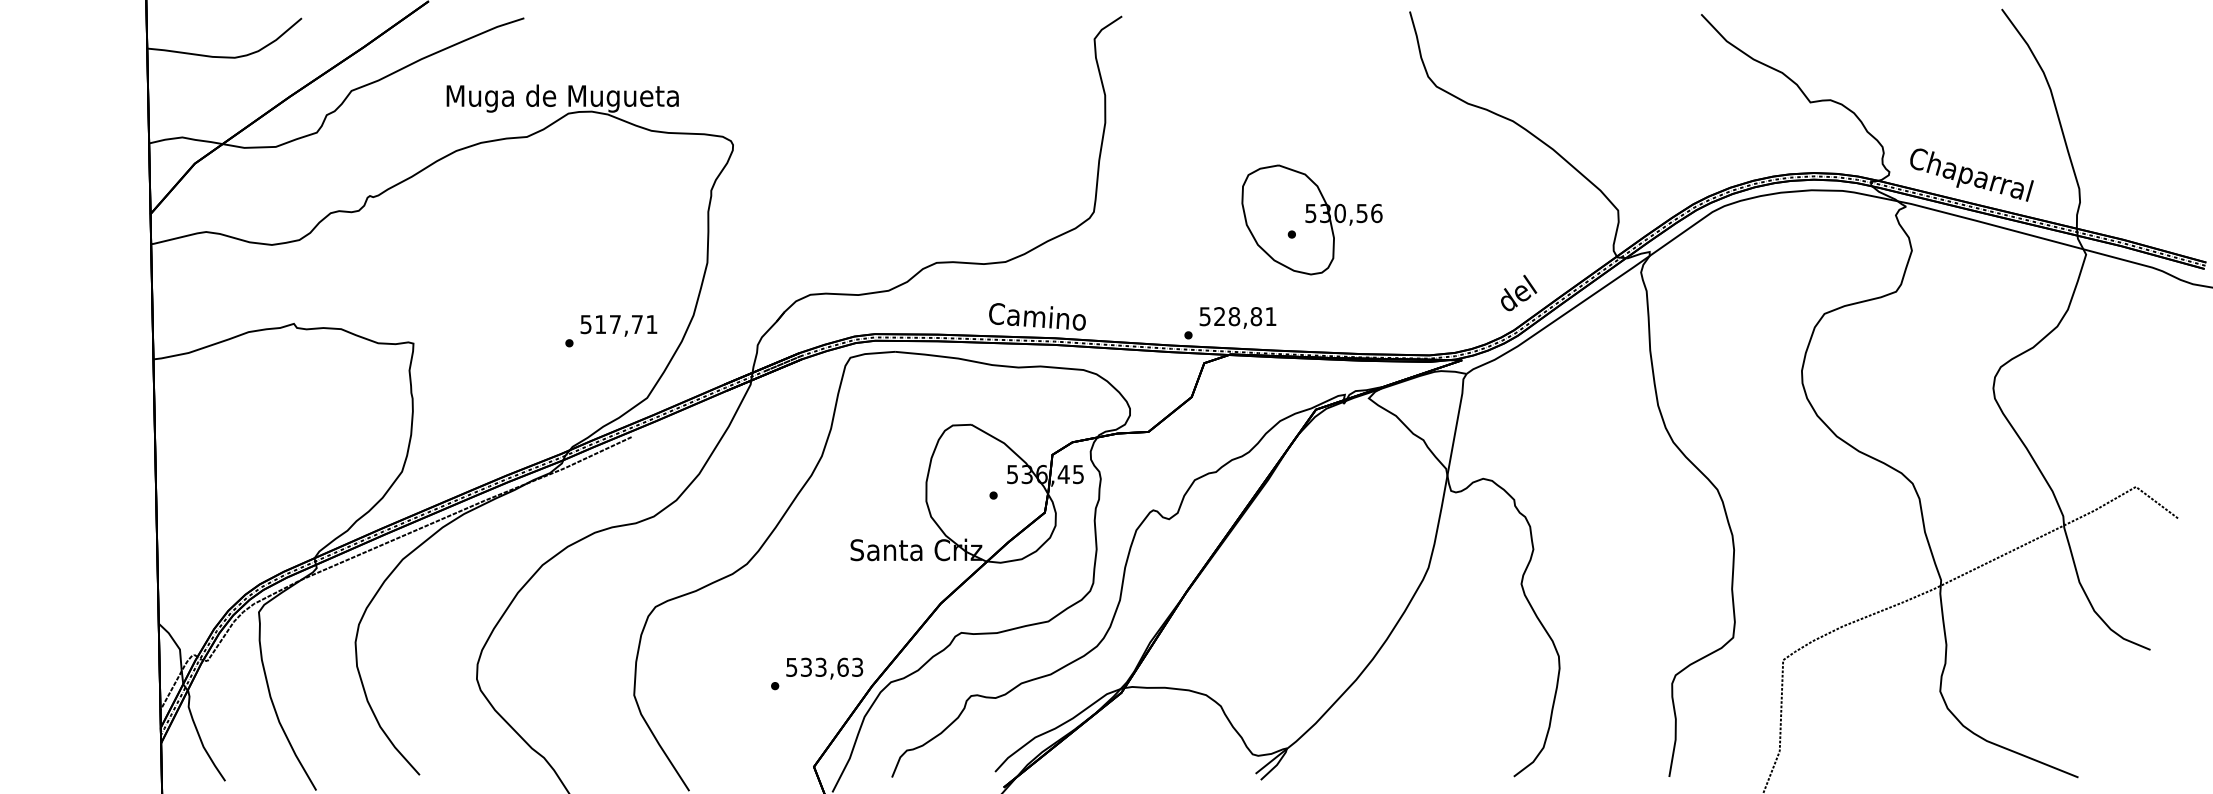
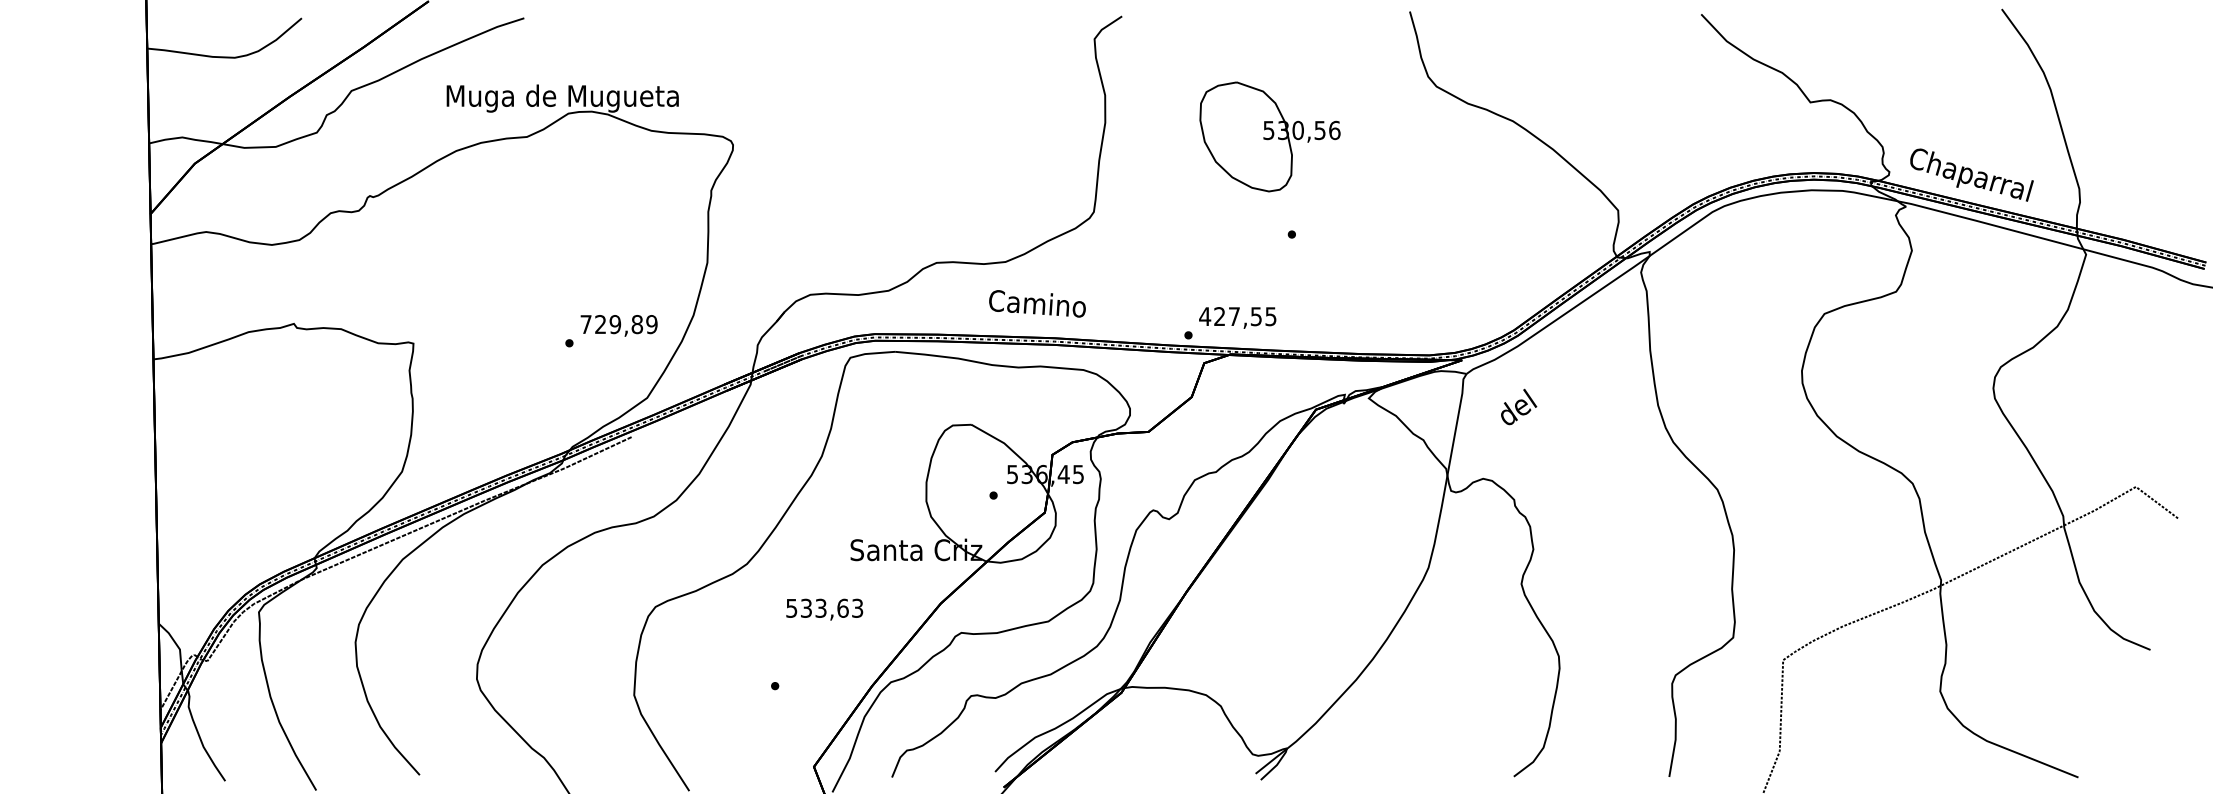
part at (1311, 219) position: (1311, 219) -> (1269, 136)
text at (1519, 292) position: (1519, 292) -> (1519, 406)
text at (1037, 316) position: (1037, 316) -> (1037, 303)
text at (1237, 316): 528,81 -> 427,55
text at (618, 324): 517,71 -> 729,89
text at (824, 668) position: (824, 668) -> (824, 609)
